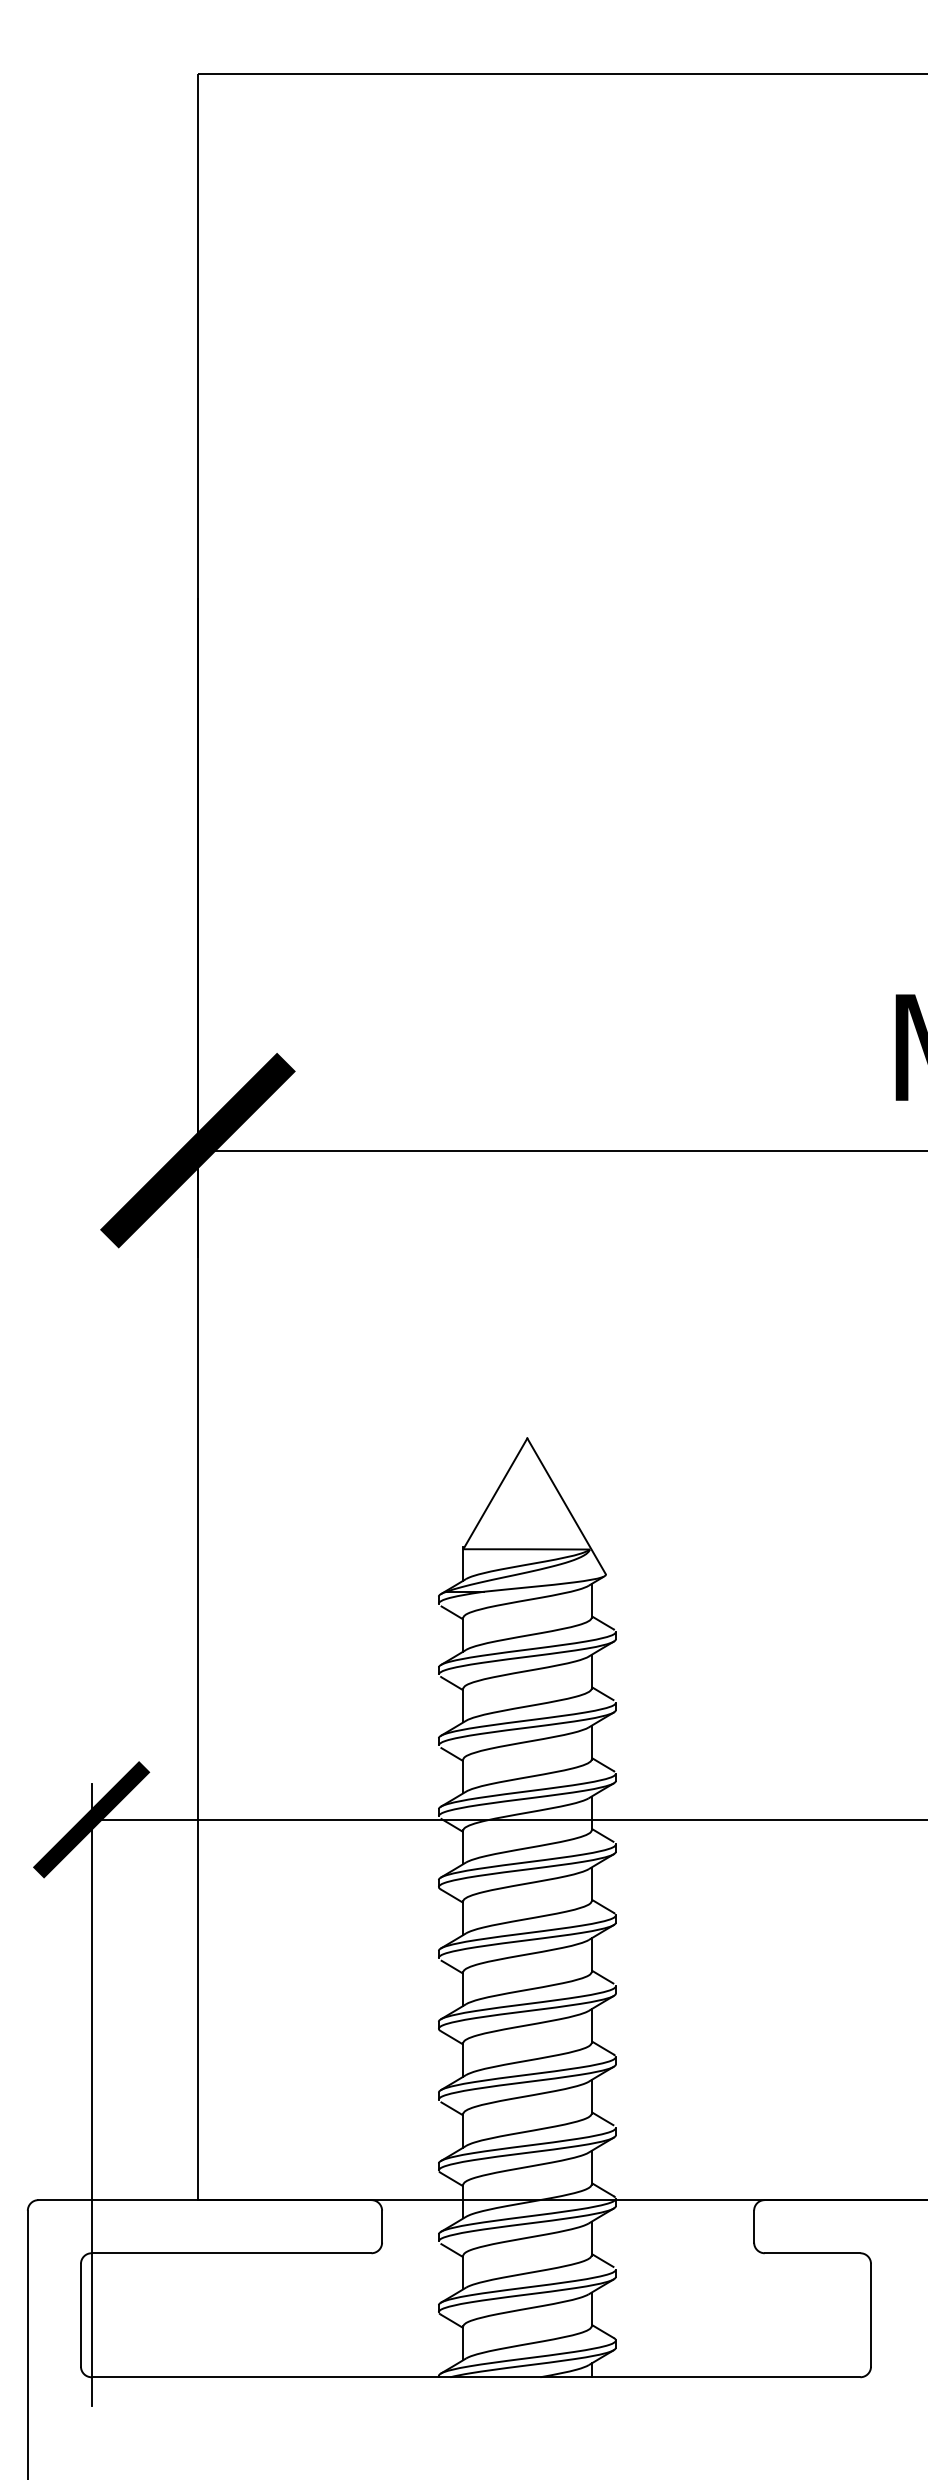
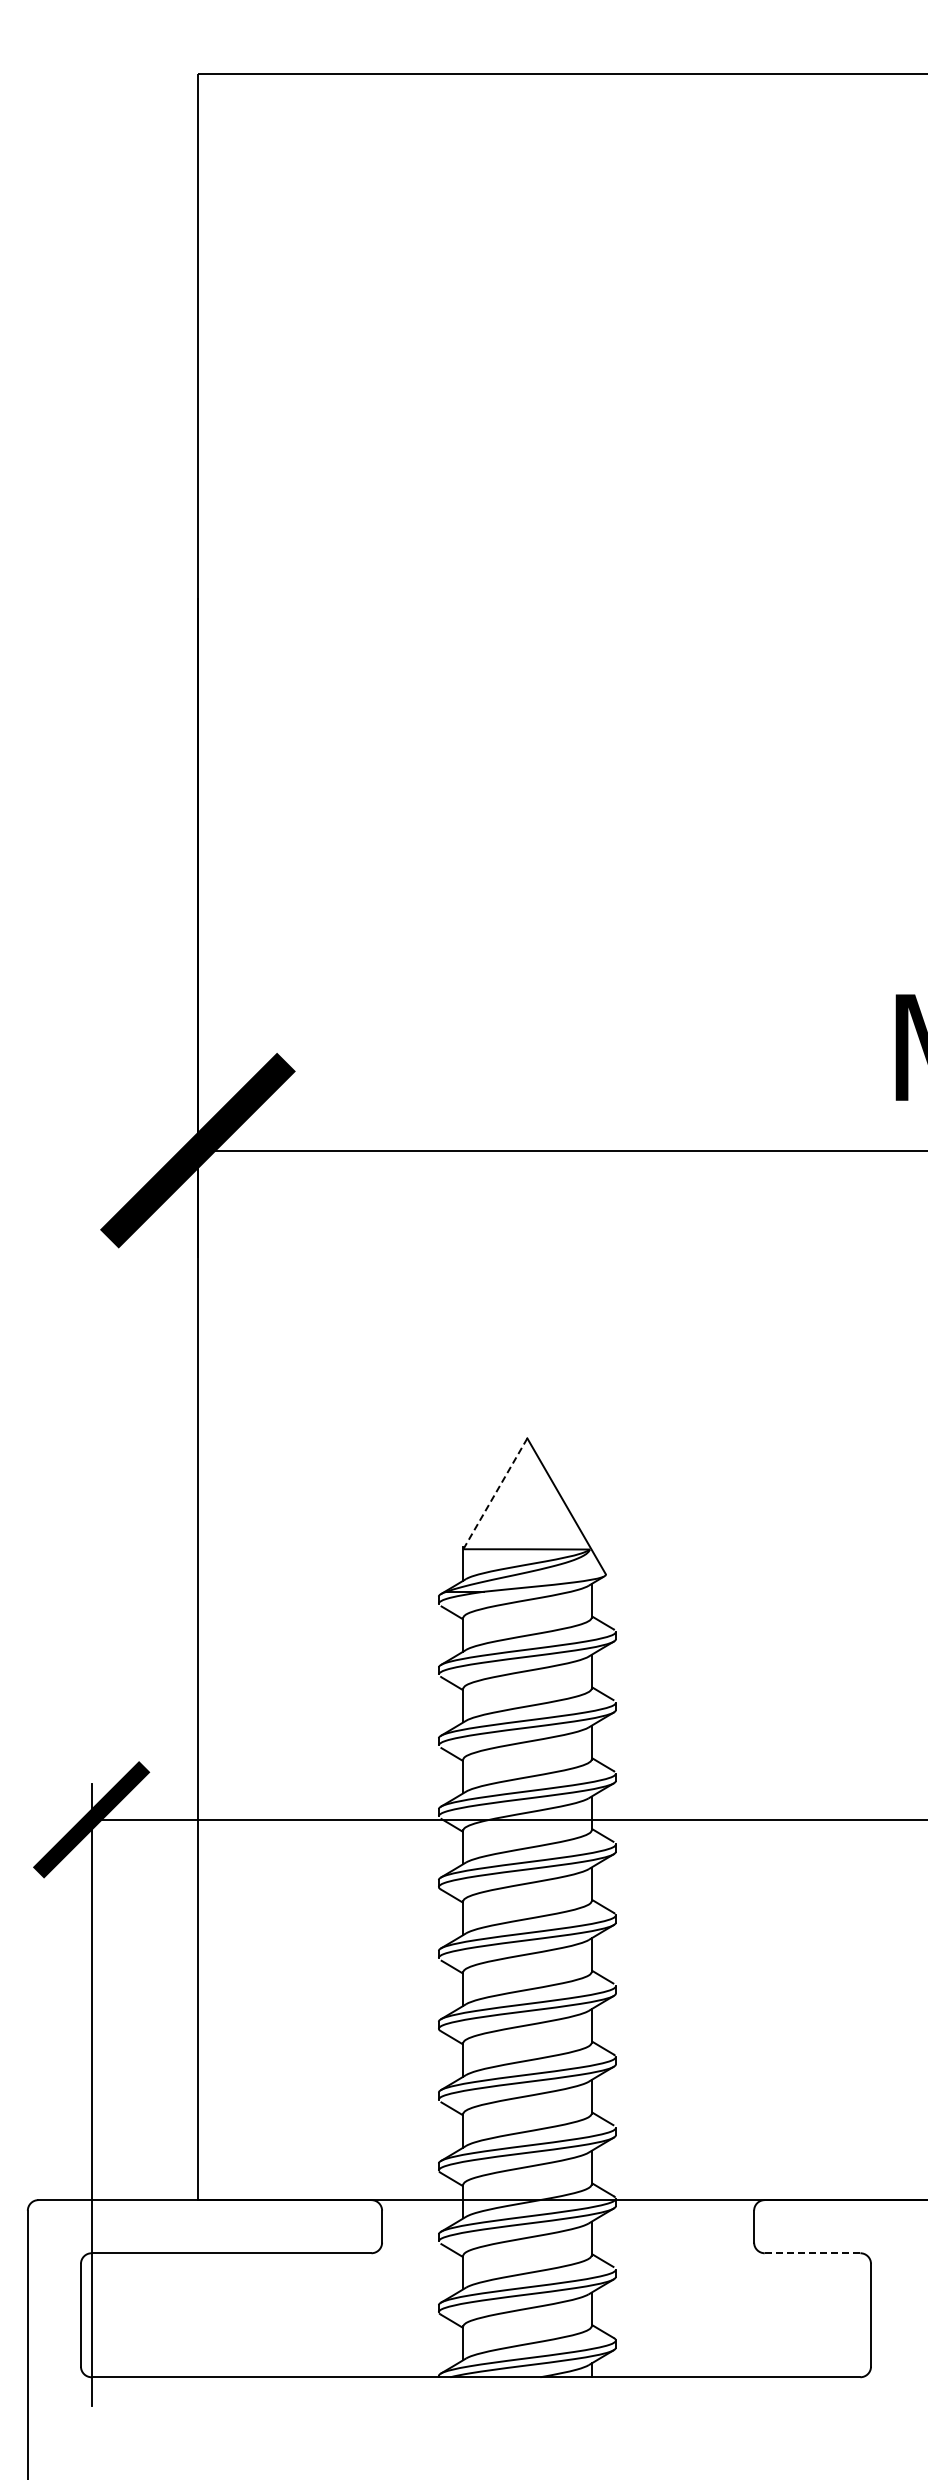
line at (495, 1493): solid -> dashed
line at (812, 2253): solid -> dashed
